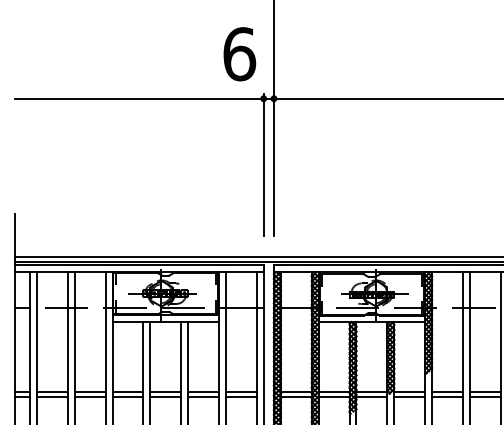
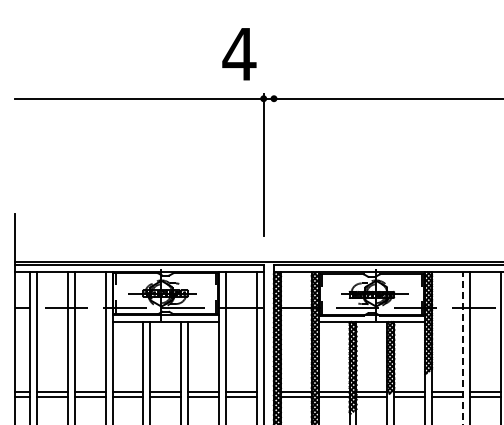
text at (239, 54): 6 -> 4
line at (274, 119): present -> none
line at (257, 256): present -> none
line at (462, 348): solid -> dashed
